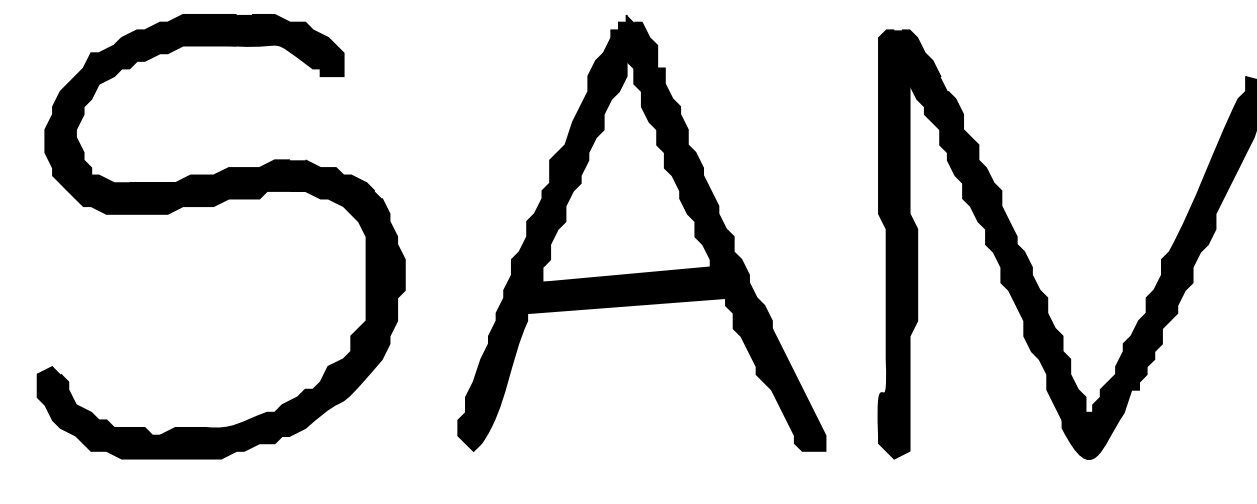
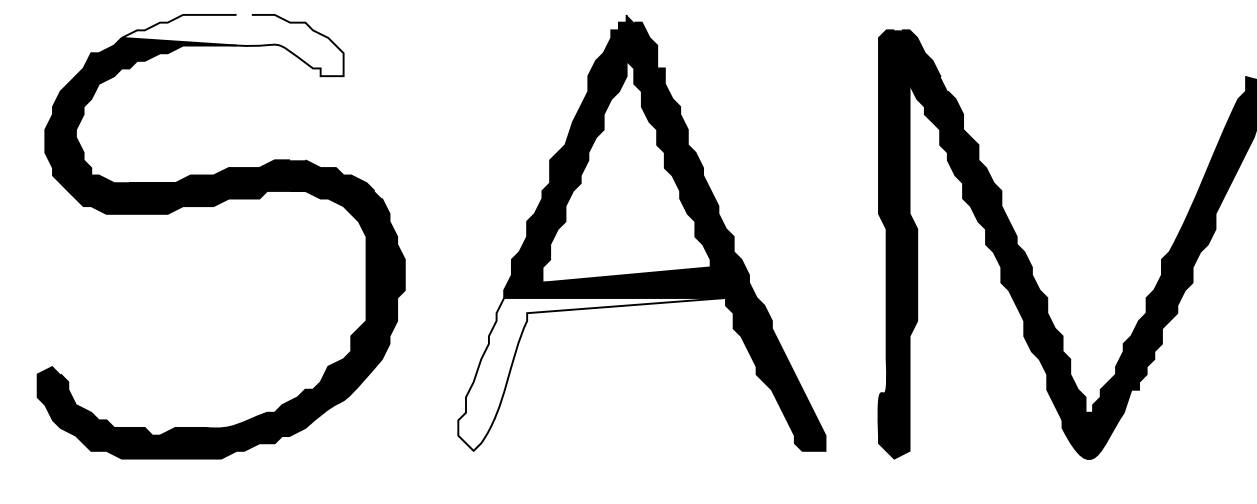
fill at (232, 45): present -> none
fill at (592, 373): present -> none
